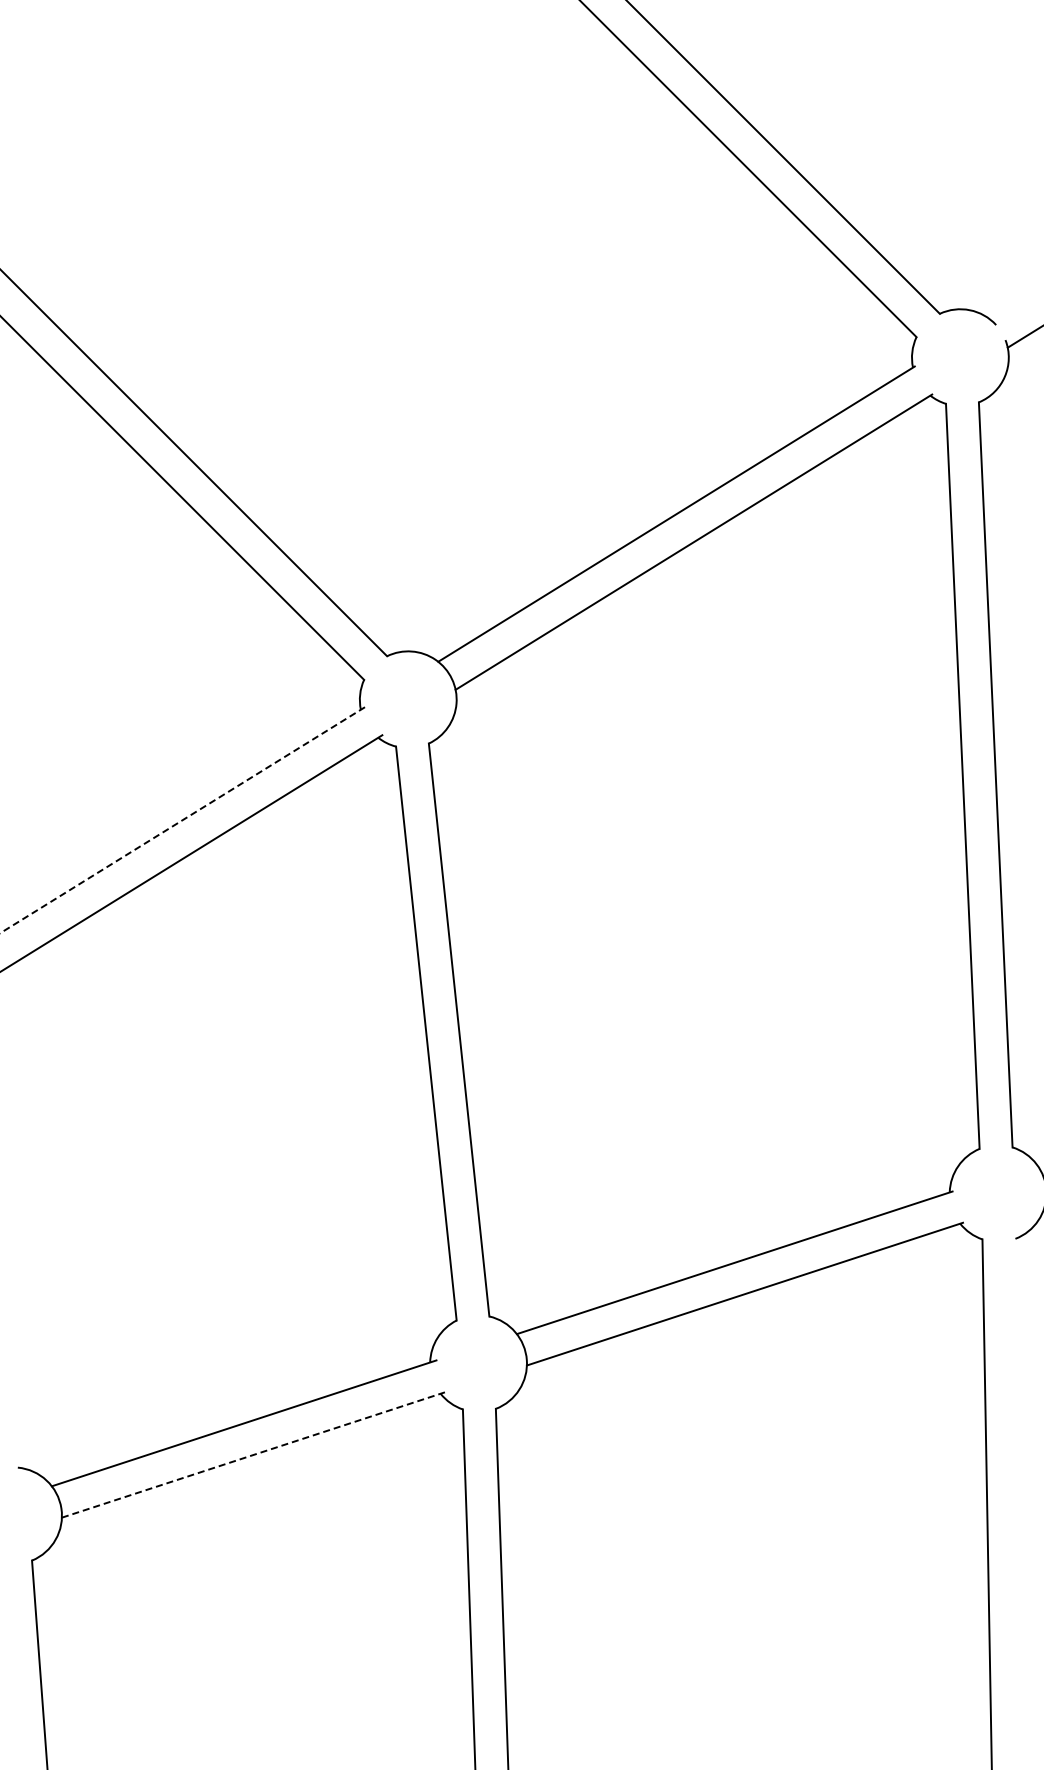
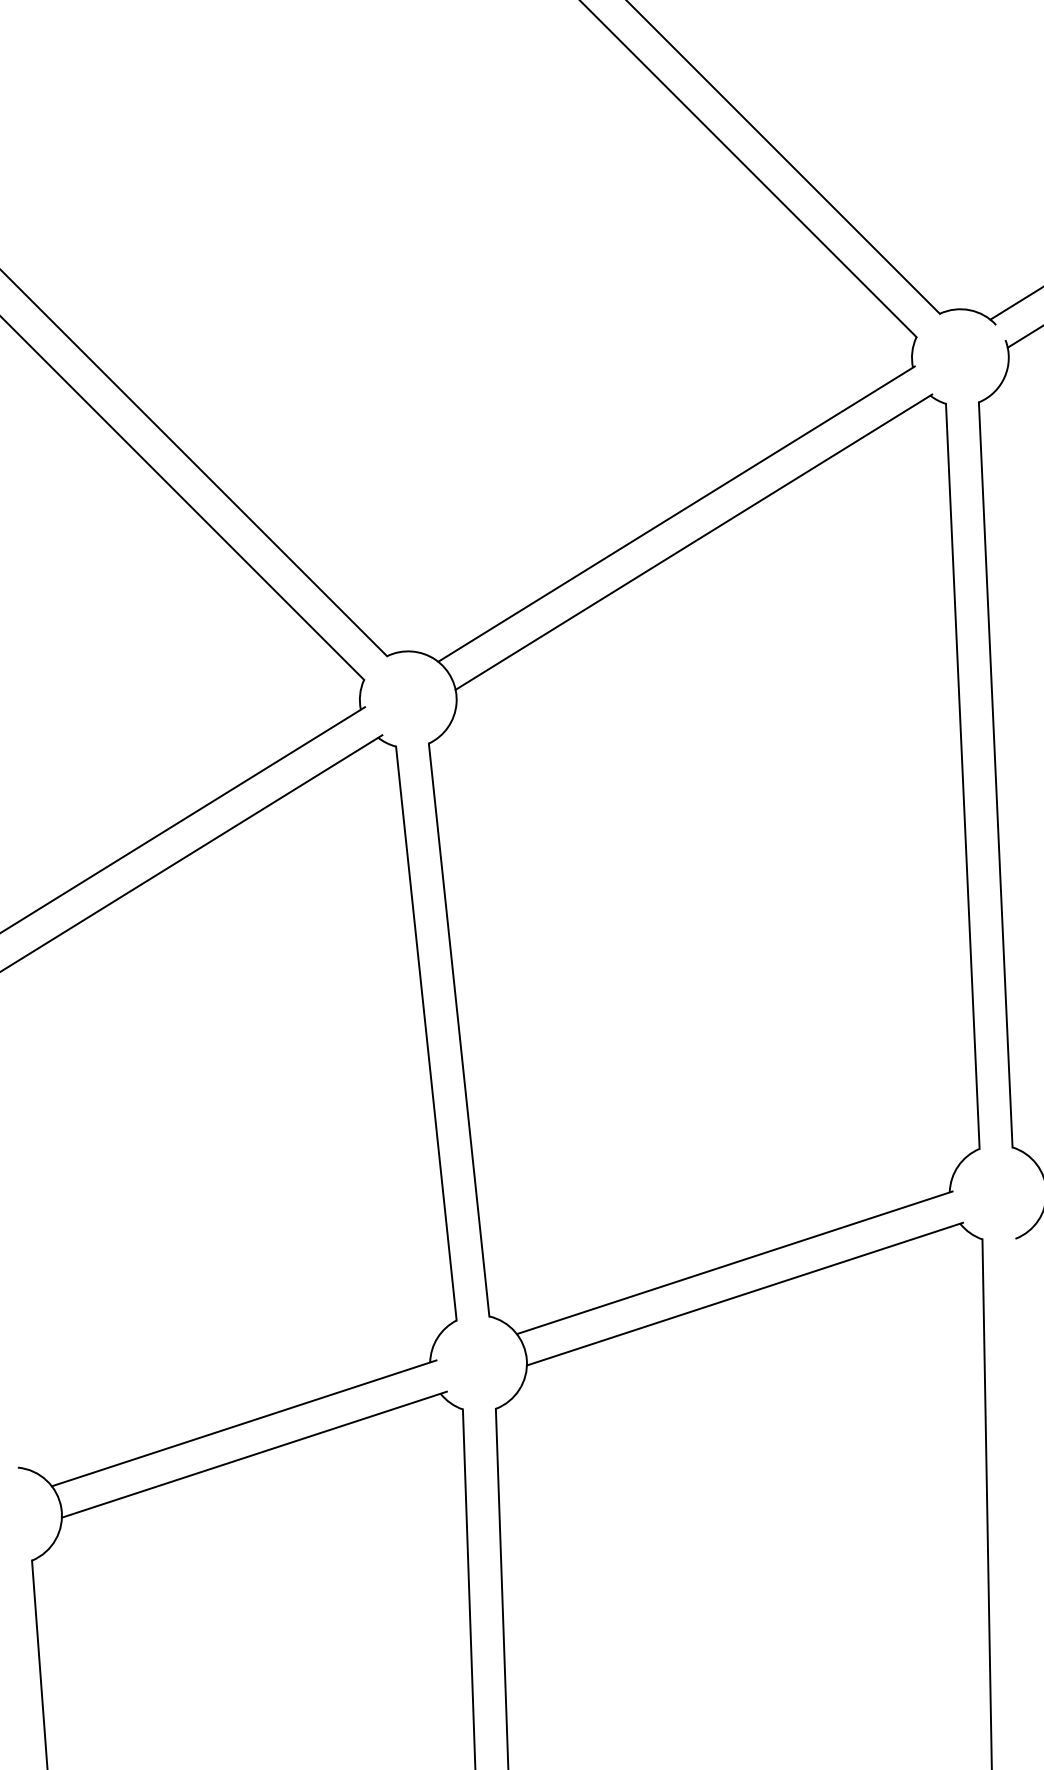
line at (1015, 303): none -> present
line at (182, 820): dashed -> solid
line at (254, 1454): dashed -> solid
